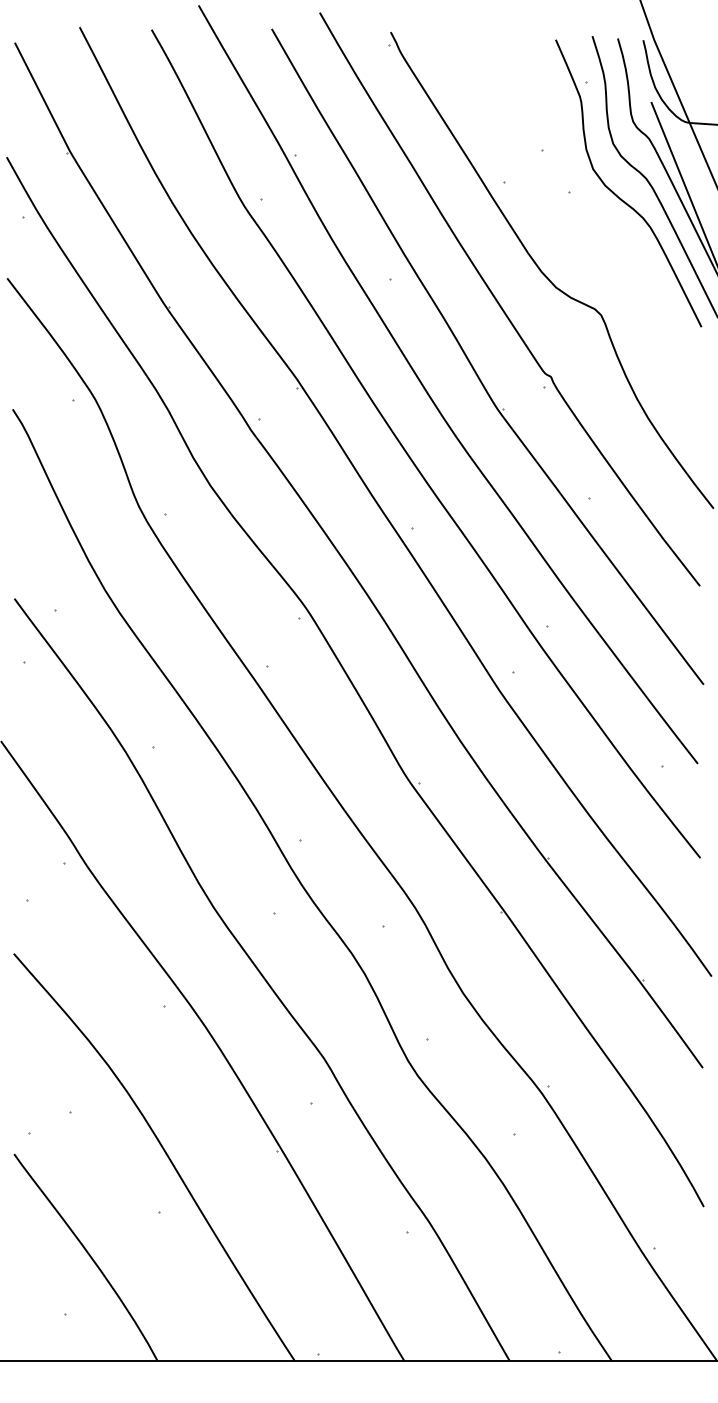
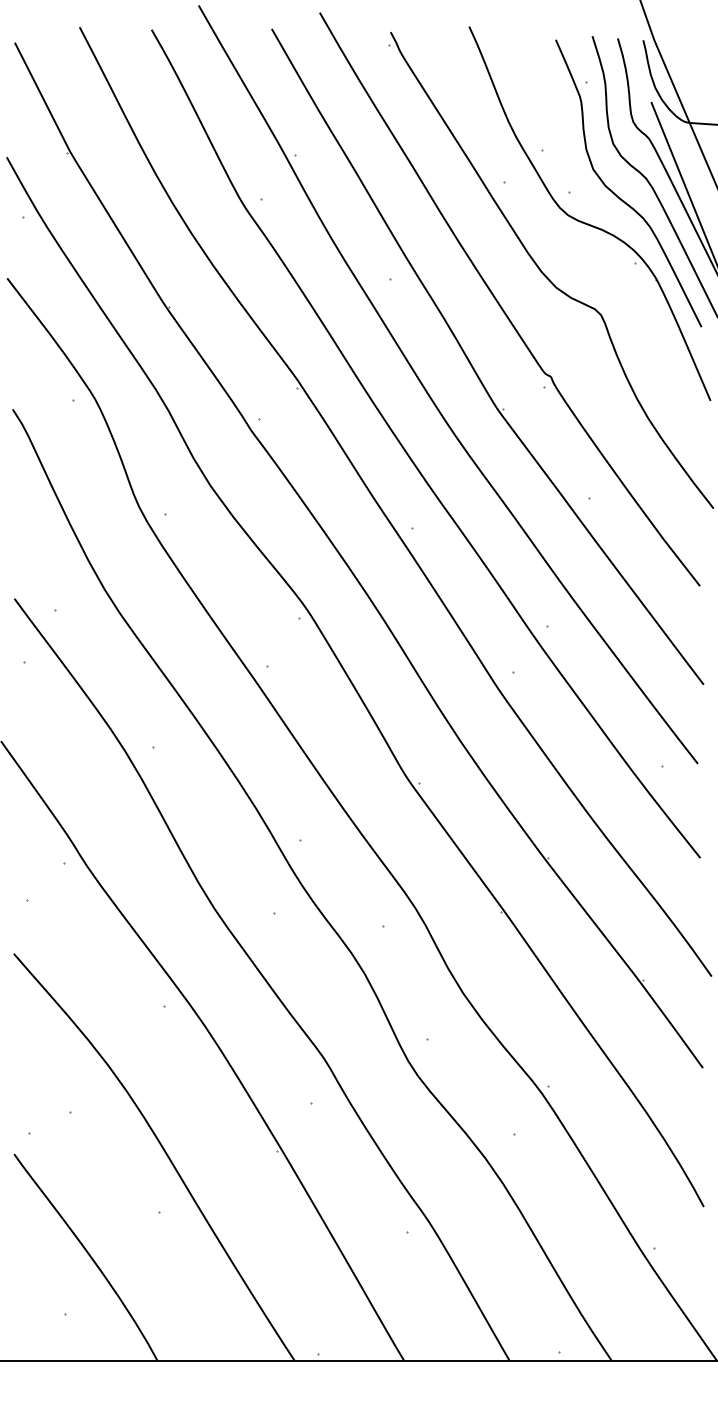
part at (585, 222): none -> present
